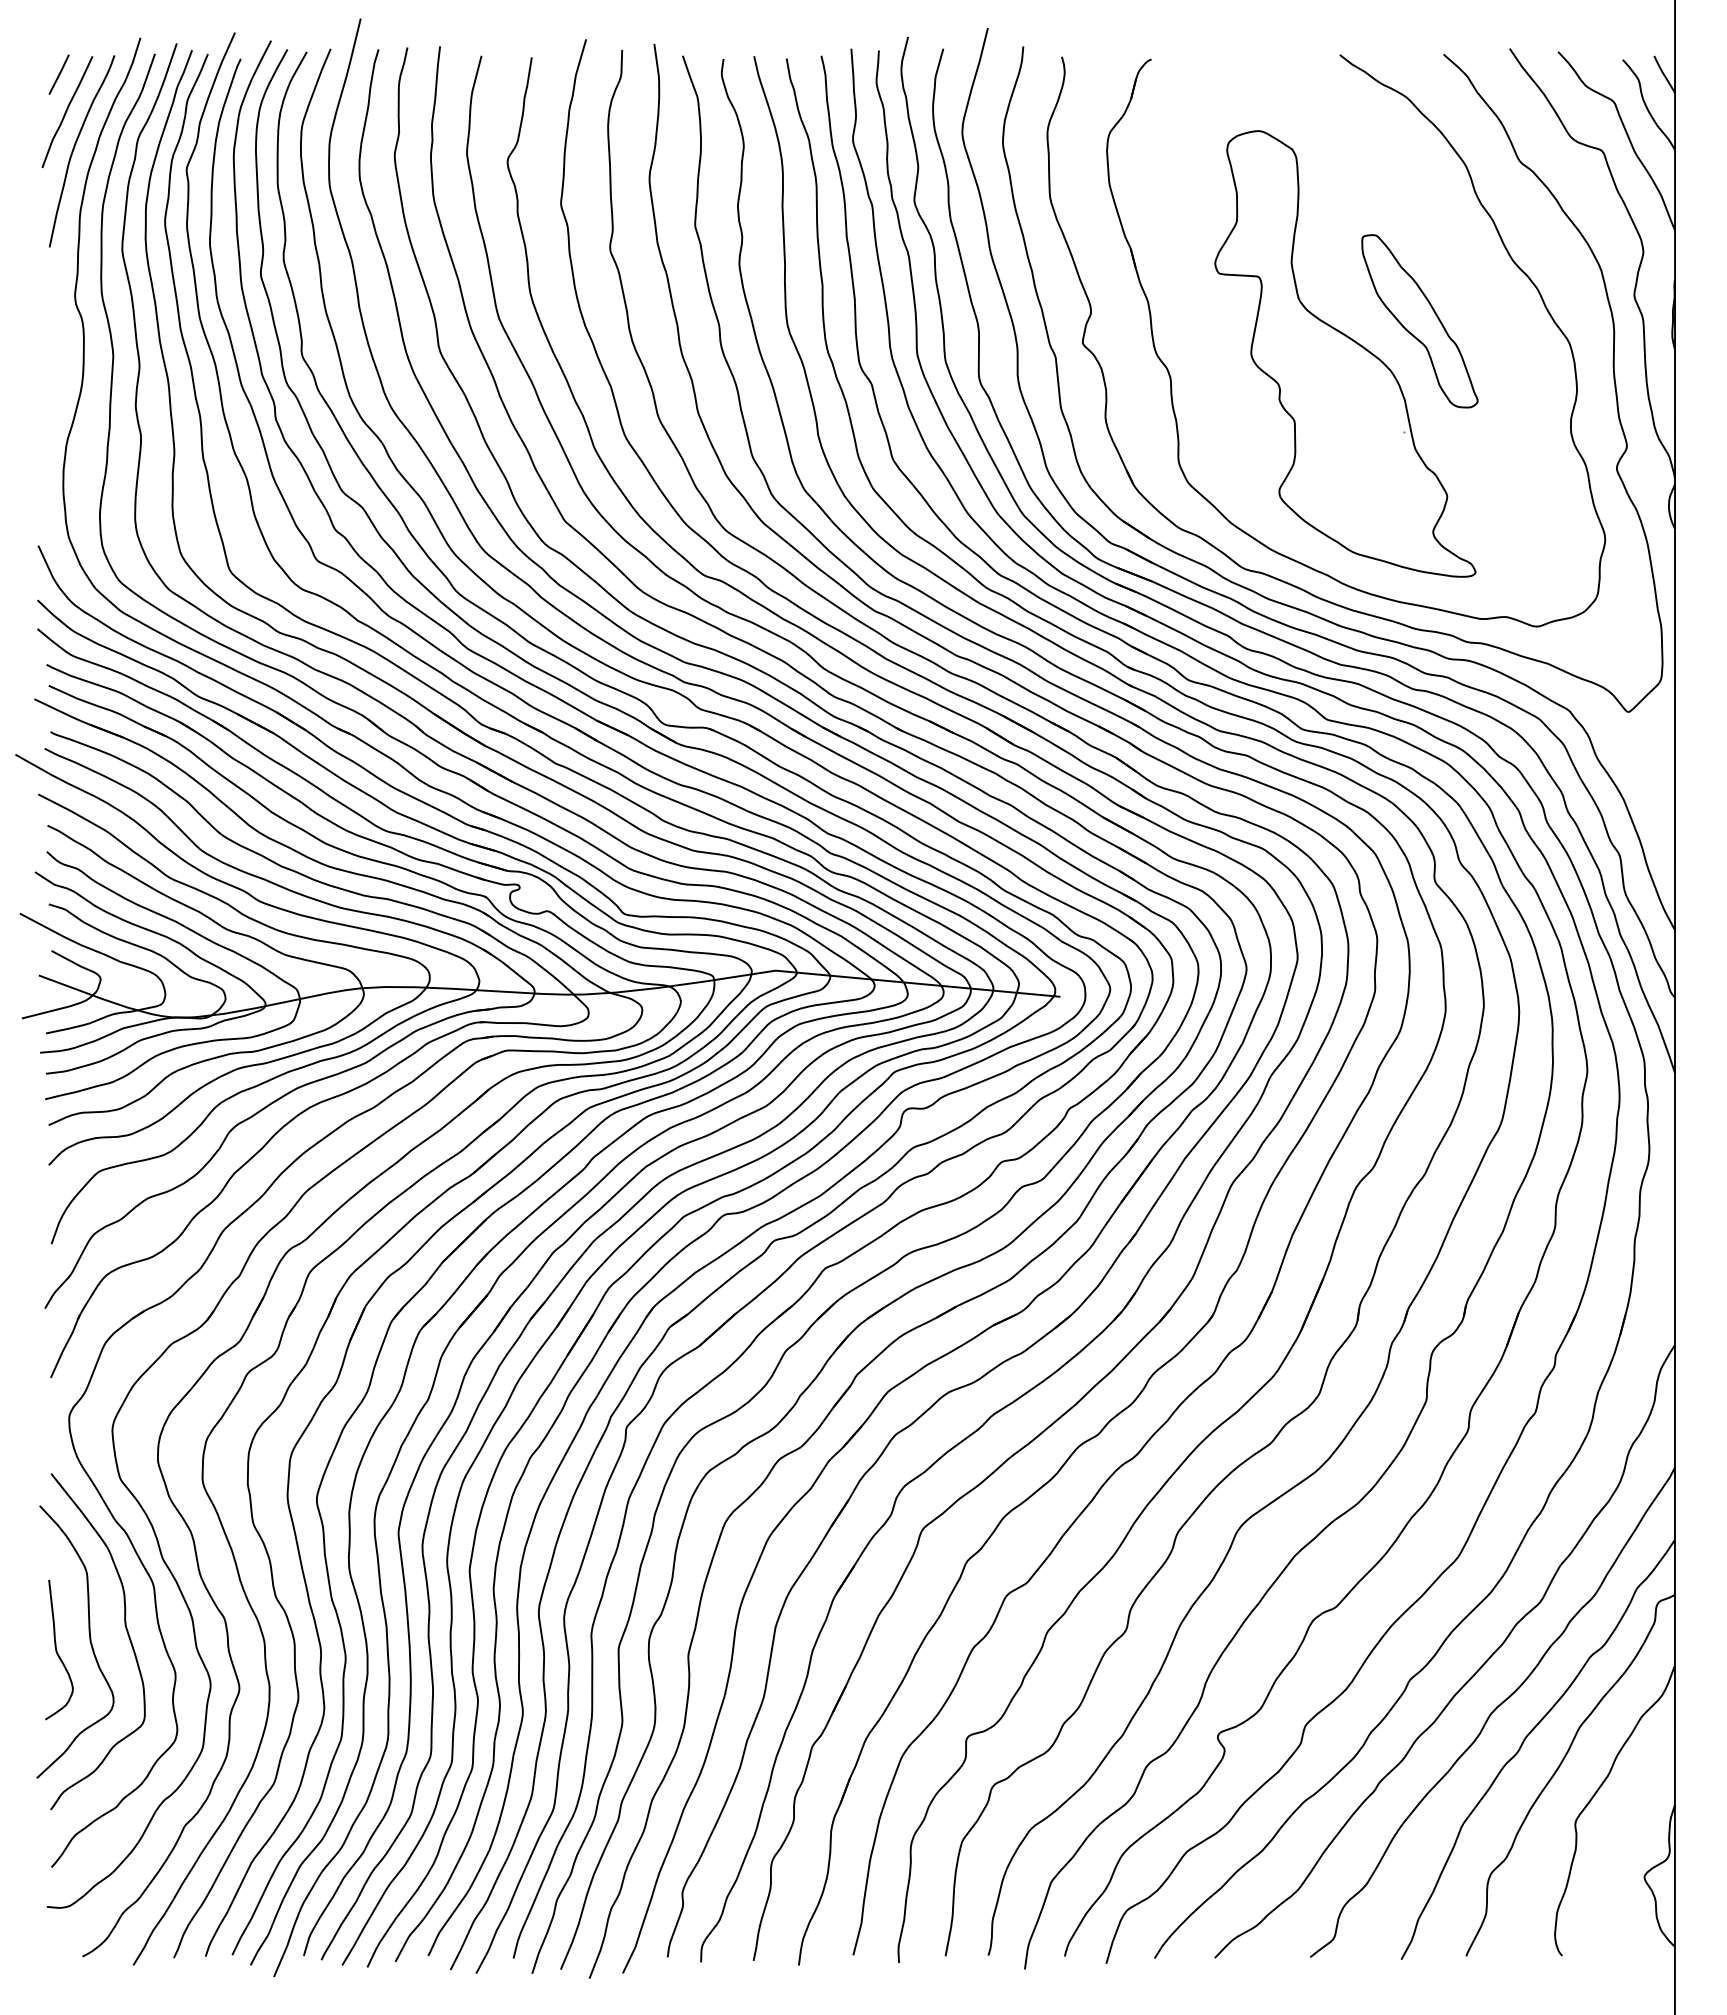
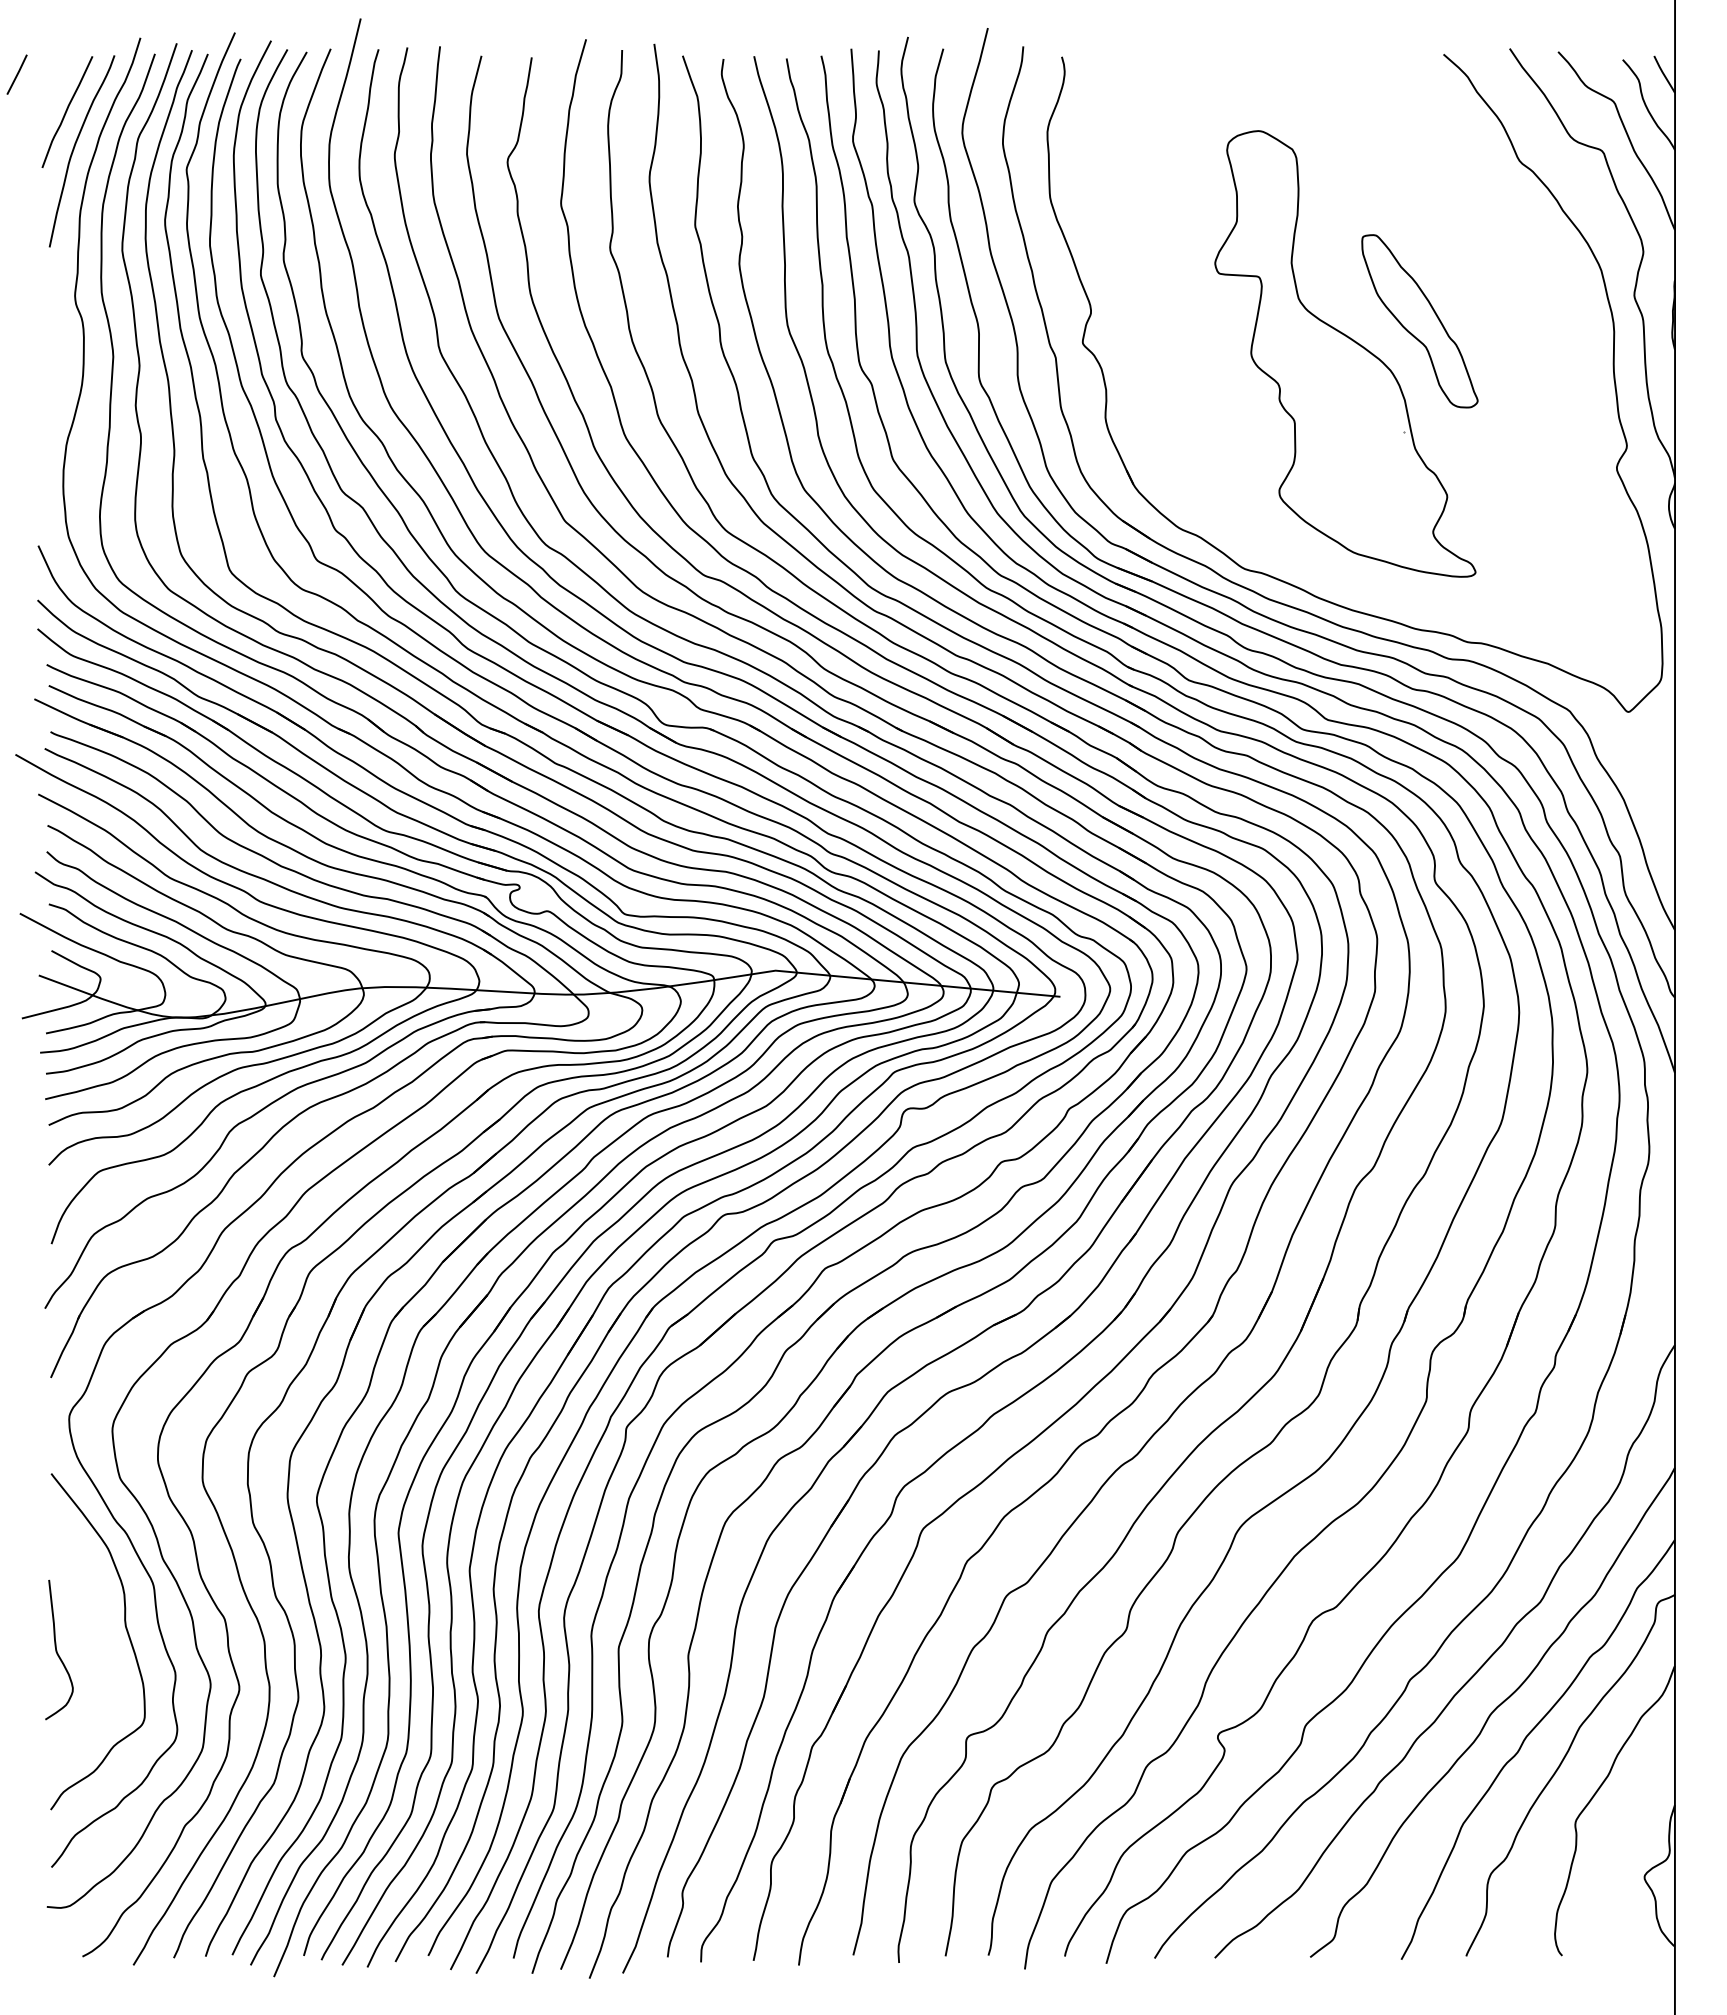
line at (58, 74) position: (58, 74) -> (16, 74)
part at (1509, 257): present -> none
curve at (89, 1641): present -> none
